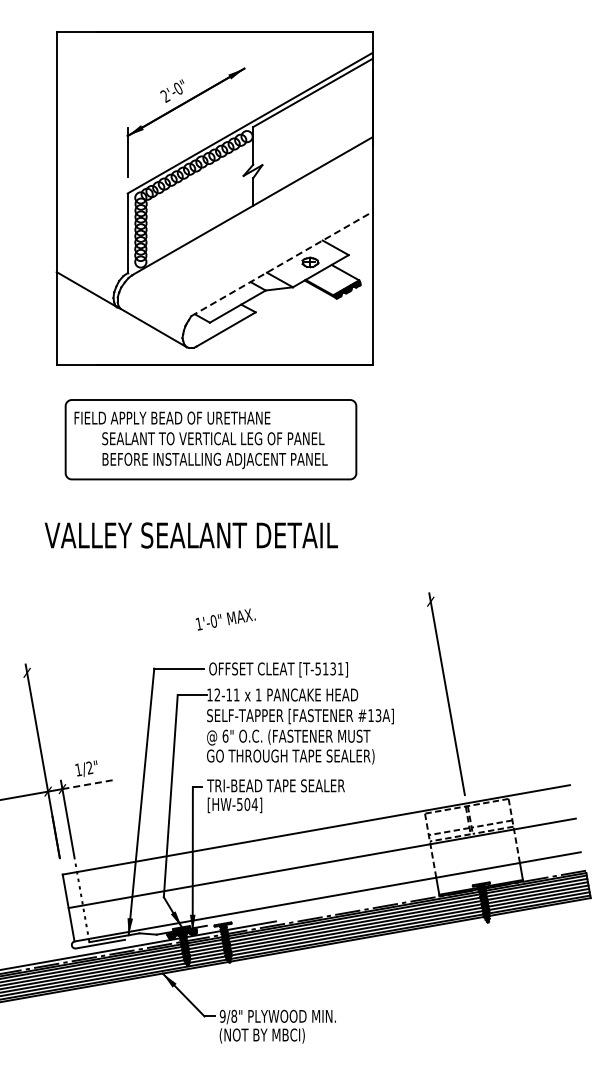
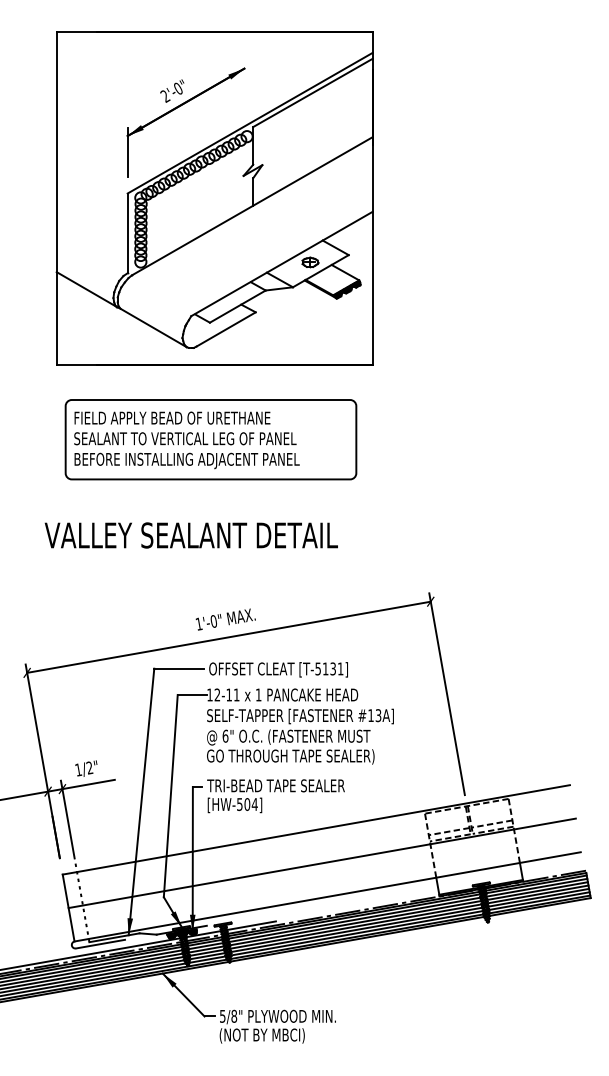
line at (281, 264): dashed -> solid
text at (214, 450) position: (214, 450) -> (186, 450)
line at (228, 636): none -> present
line at (88, 784): dashed -> solid
text at (222, 1015): 9/8" -> 5/8"
